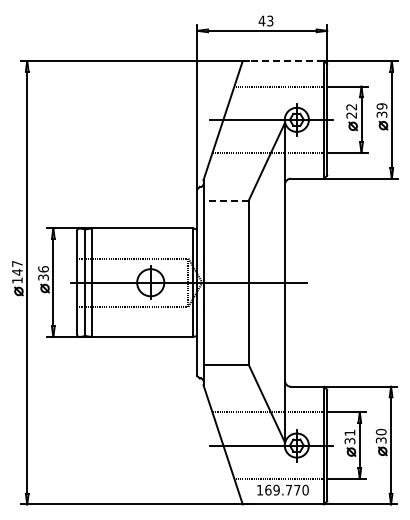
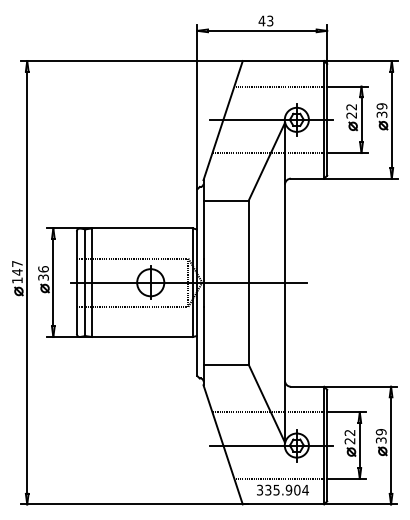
line at (283, 61): dashed -> solid
line at (226, 200): dashed -> solid
text at (381, 432): 30 -> 39
text at (349, 437): 31 -> 22
text at (282, 489): 169.770 -> 335.904
